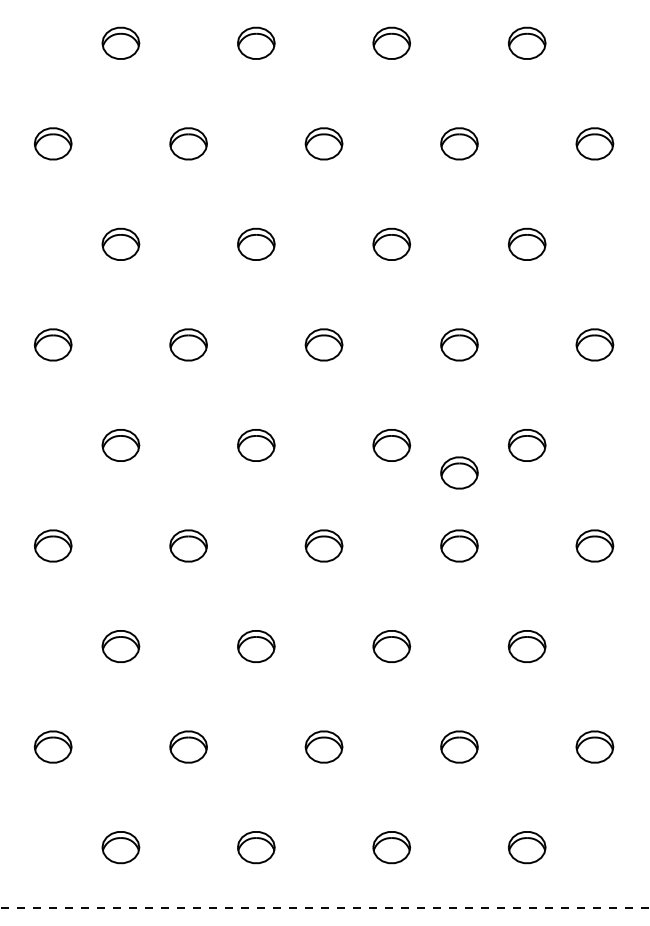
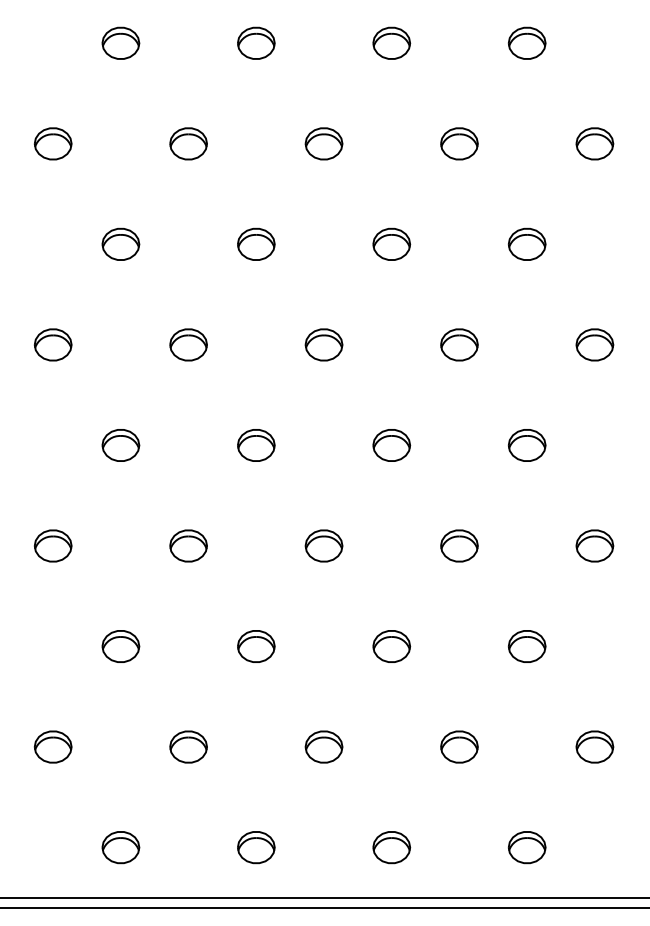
part at (459, 472): present -> none
line at (324, 898): none -> present
line at (324, 908): dashed -> solid
